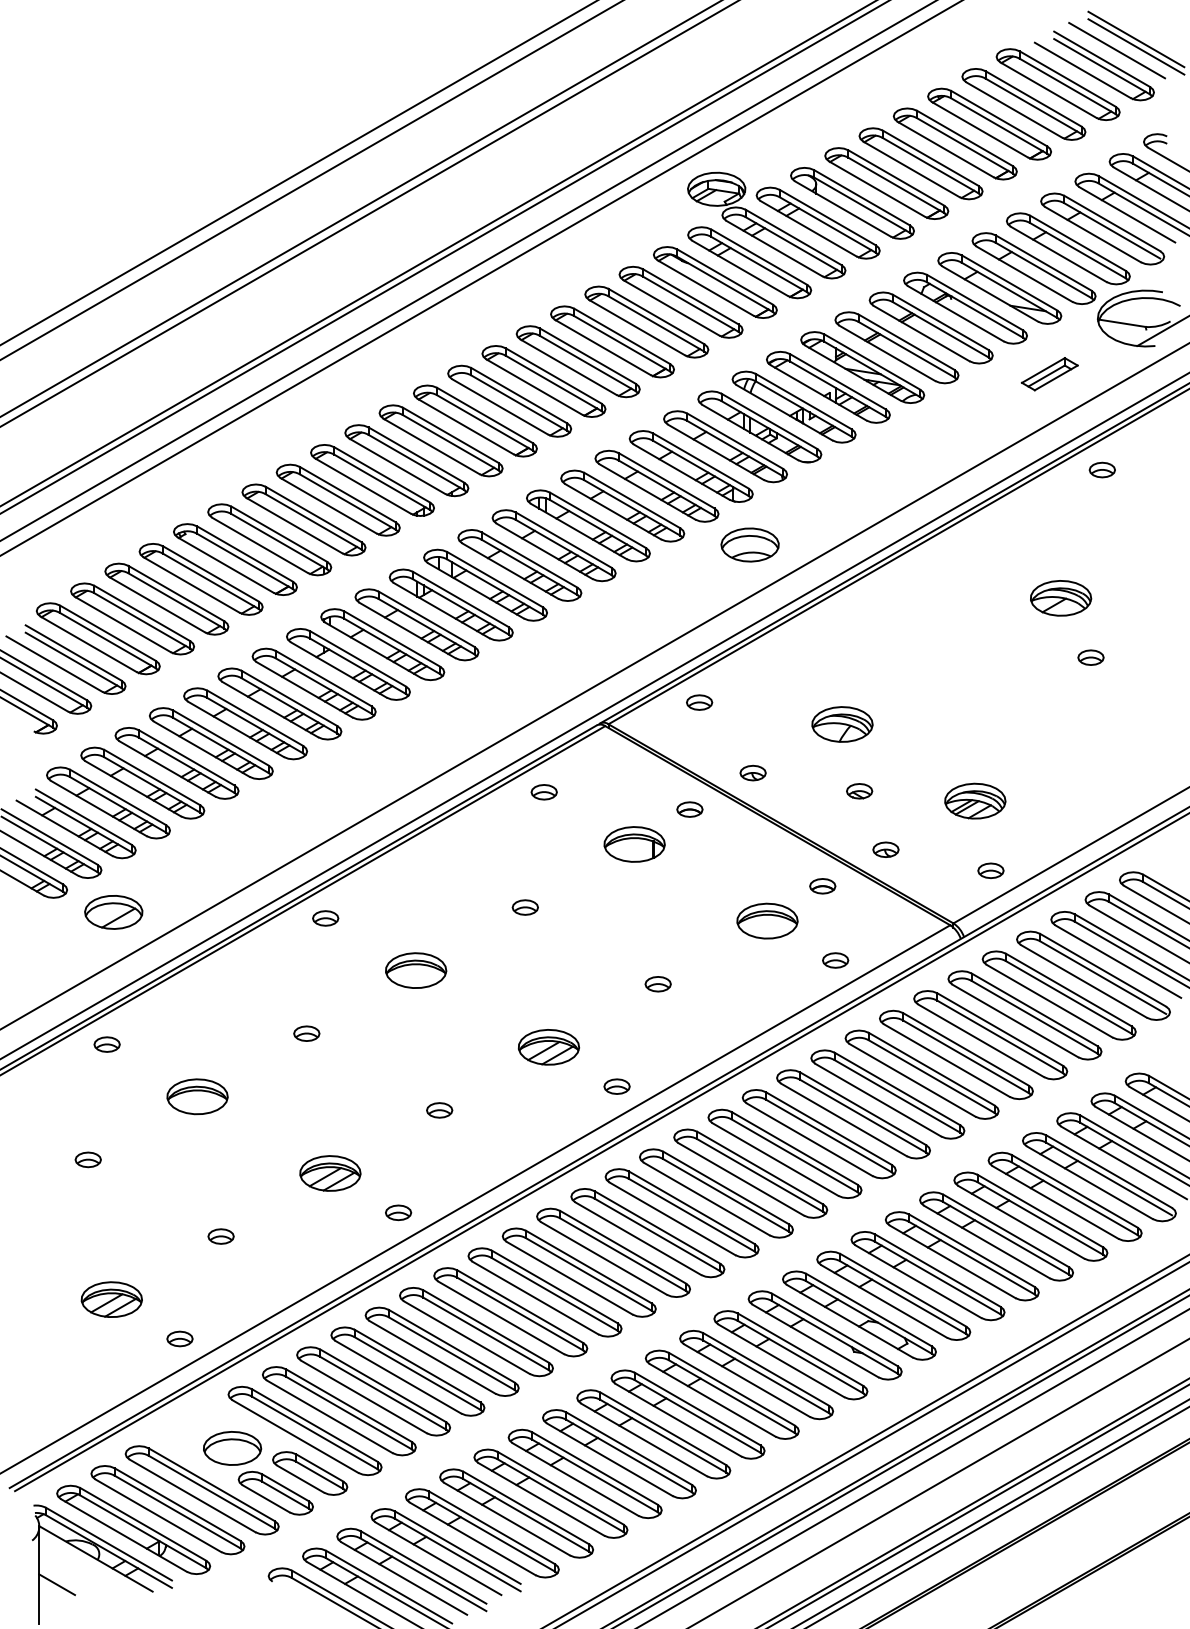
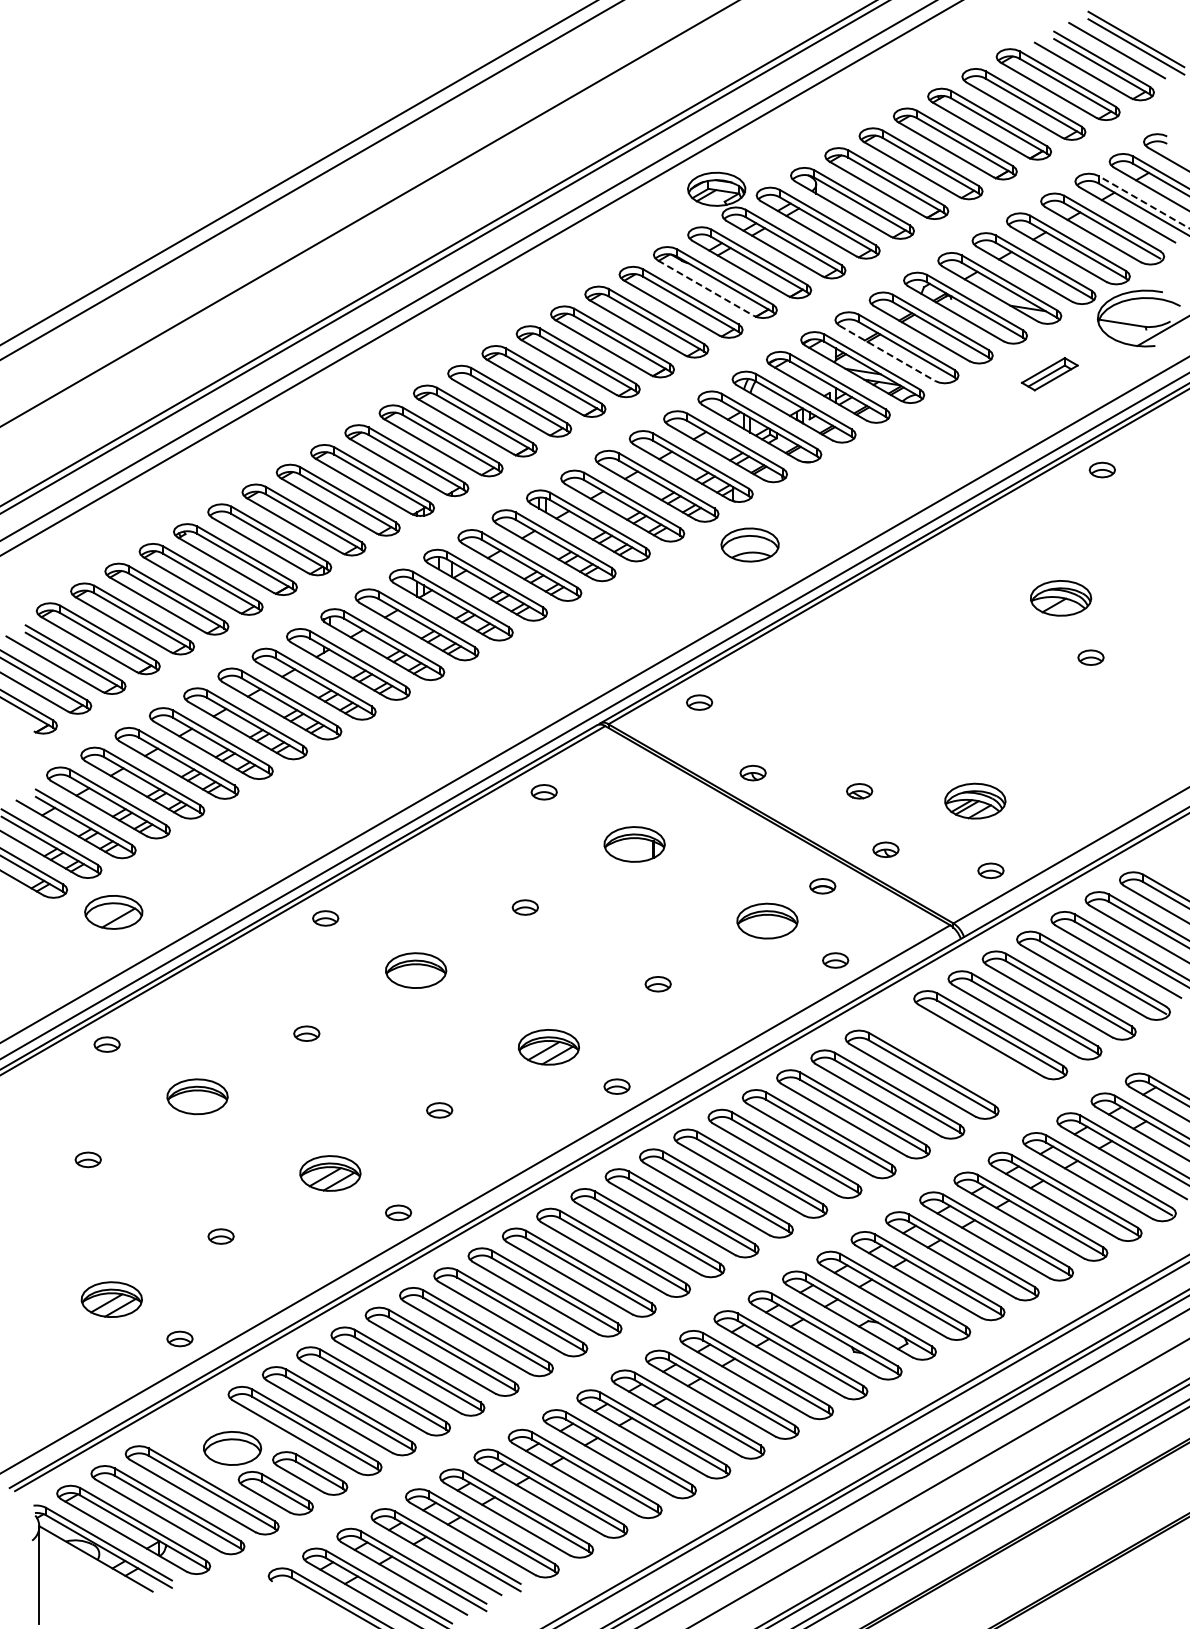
line at (1143, 201): solid -> dashed
line at (360, 208): present -> none
line at (706, 288): solid -> dashed
line at (887, 353): solid -> dashed
line at (594, 686) position: (594, 686) -> (594, 700)
part at (842, 724): present -> none
part at (689, 809): present -> none
part at (956, 1054): present -> none
line at (57, 1584): present -> none
